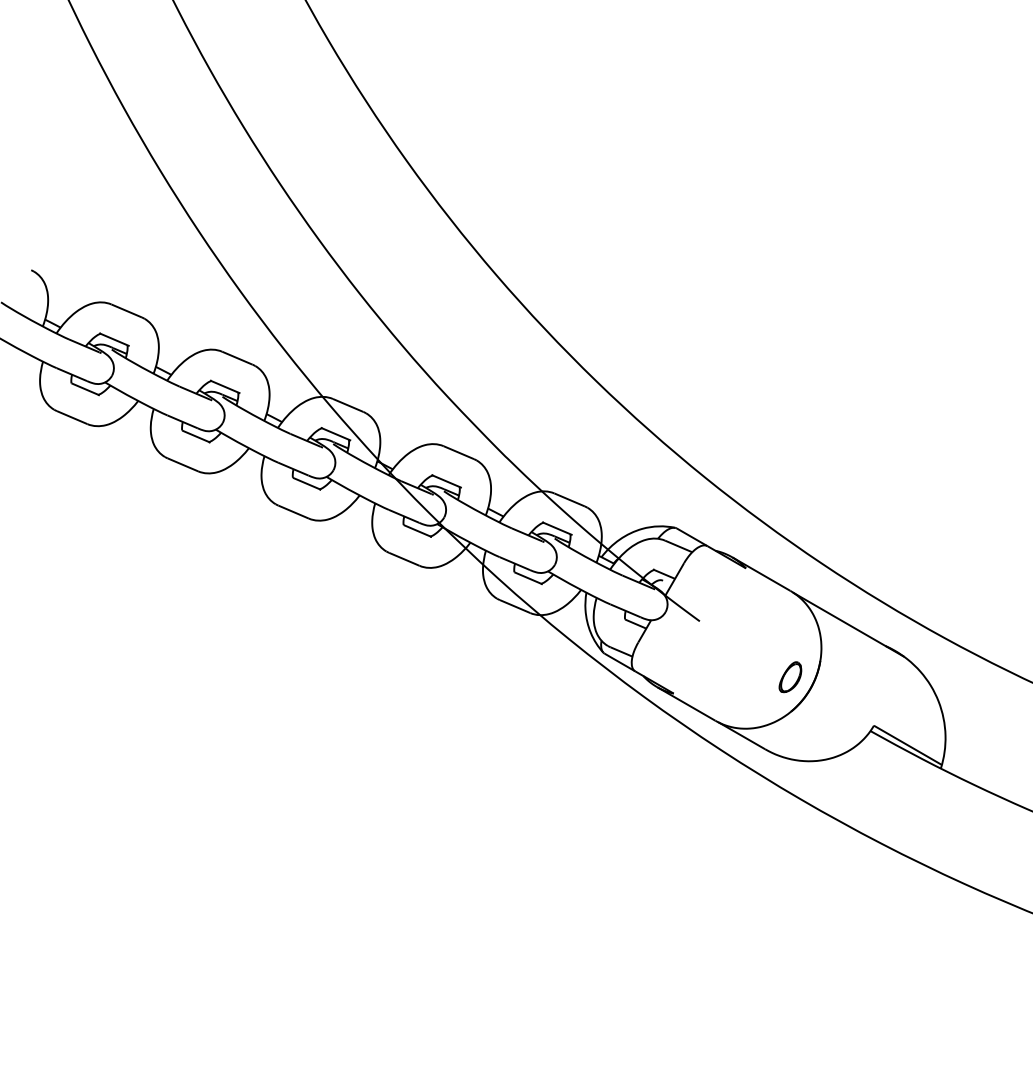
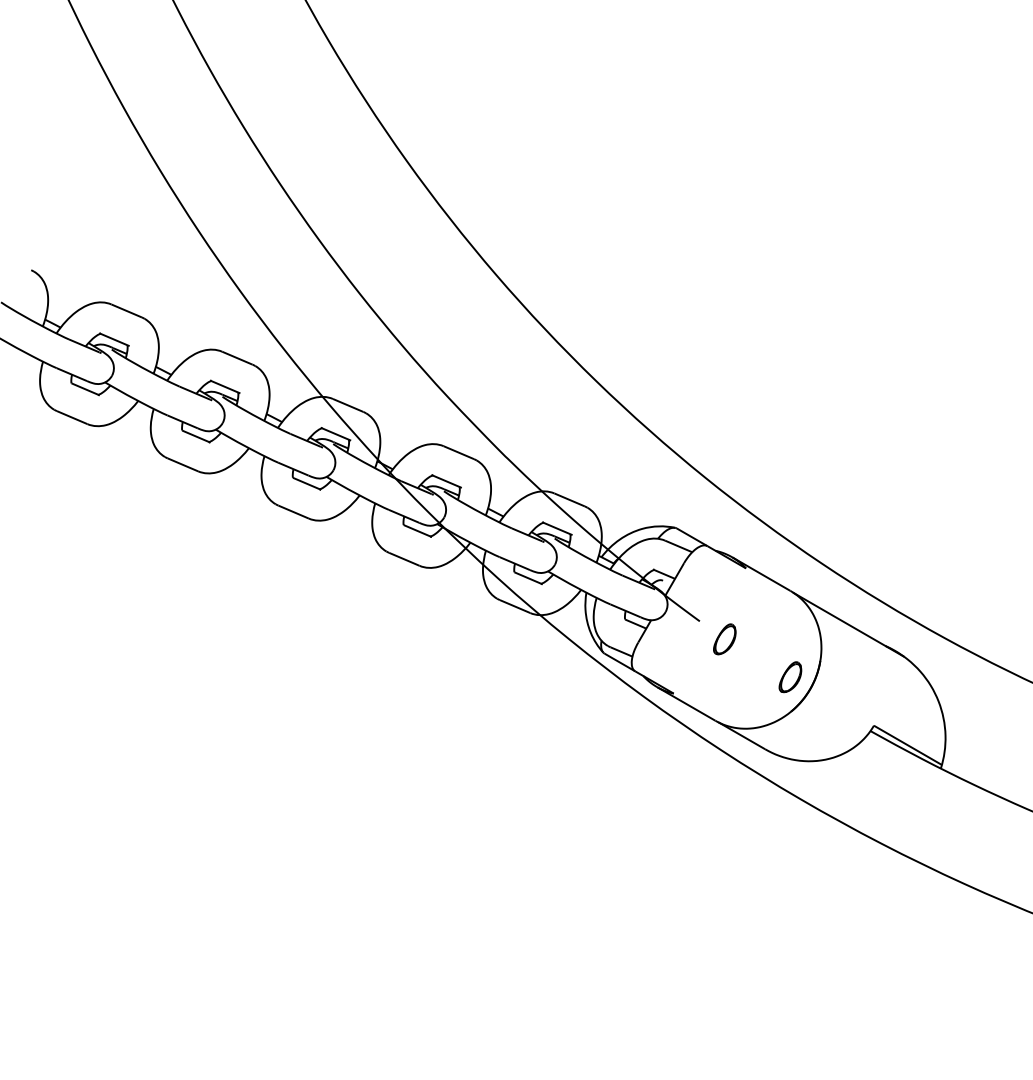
part at (724, 639): none -> present
